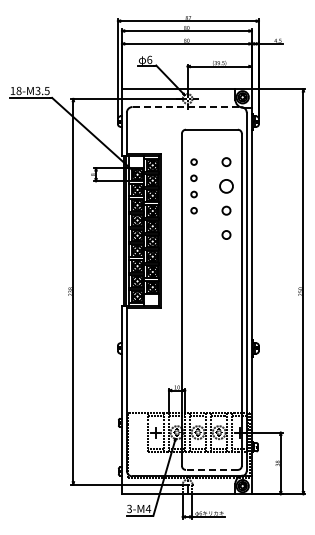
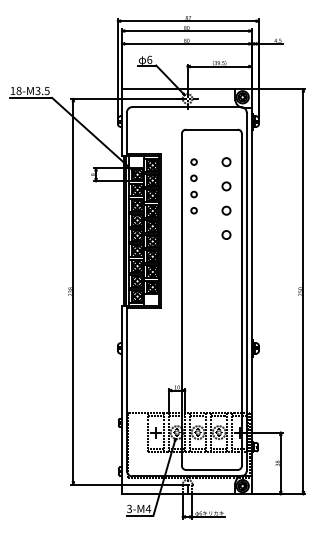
line at (187, 107): dashed -> solid
circle at (226, 186) size: 15x15 px -> 11x11 px
line at (211, 469): dashed -> solid
